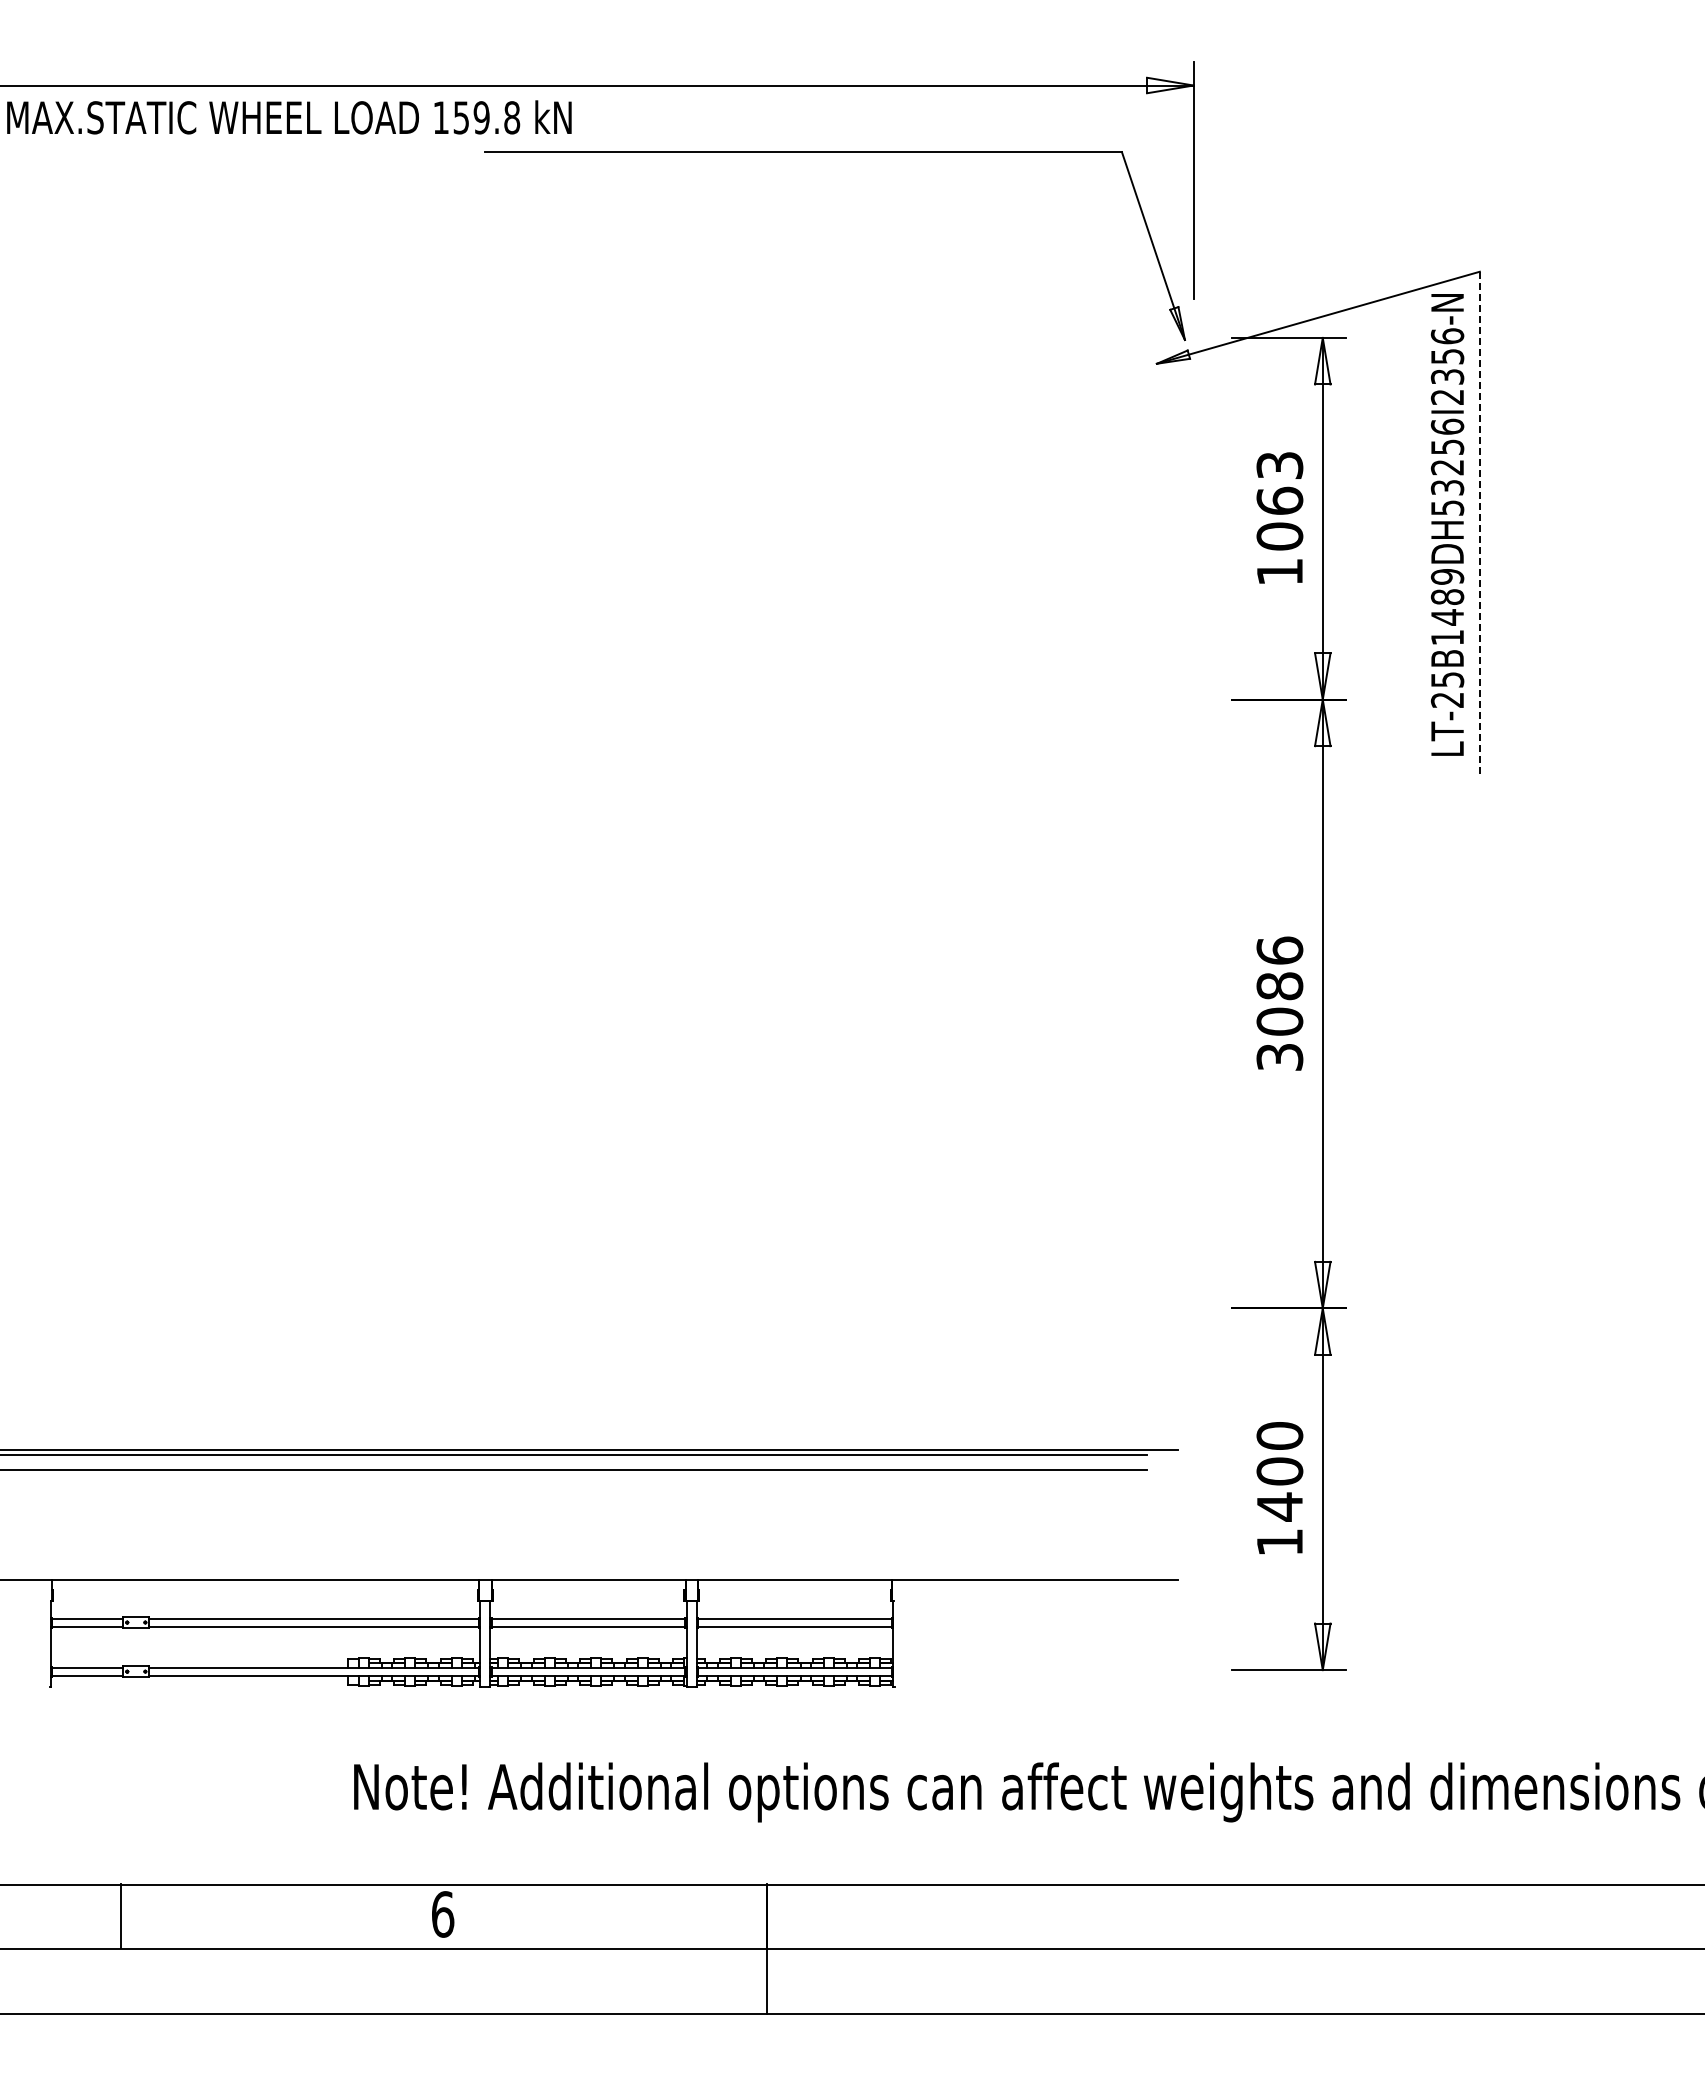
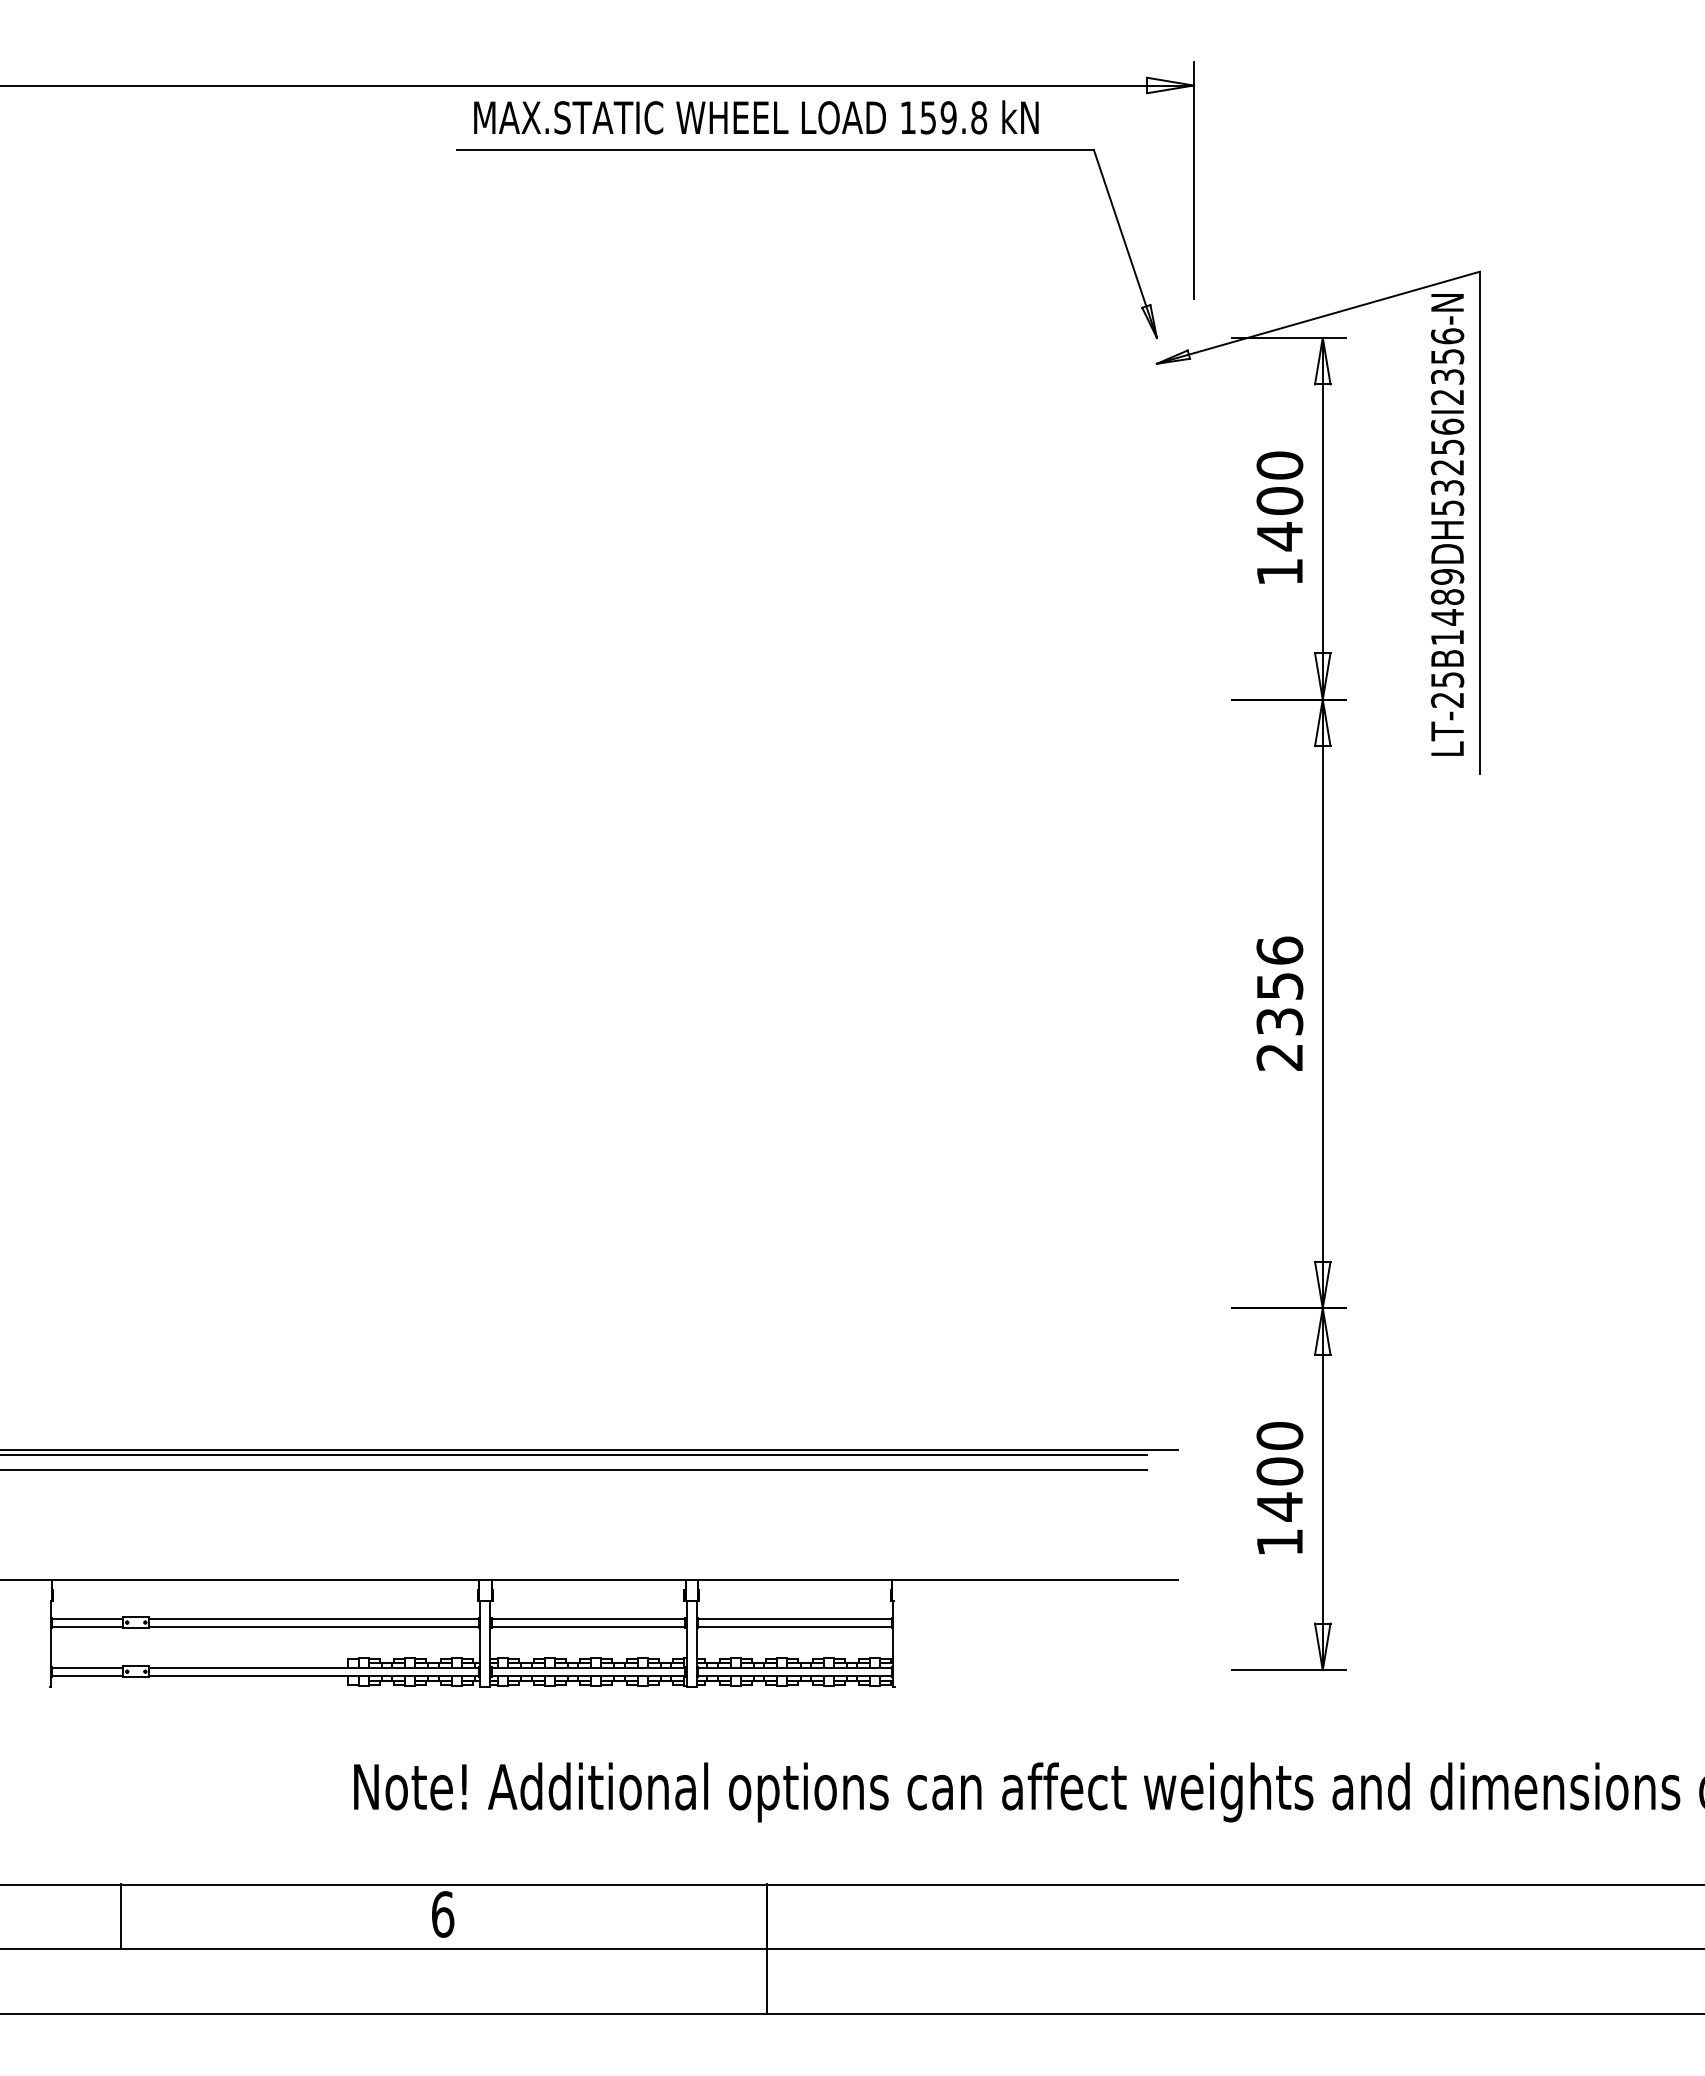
text at (289, 117) position: (289, 117) -> (756, 117)
part at (834, 152) position: (834, 152) -> (806, 150)
text at (1279, 501): 1063 -> 1400
line at (1479, 522): dashed -> solid
text at (1279, 1021): 3086 -> 2356
